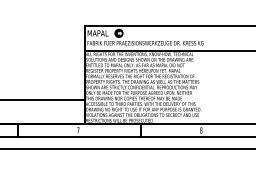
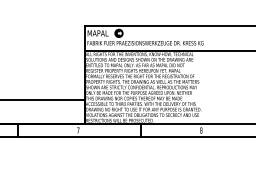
line at (127, 148): present -> none
